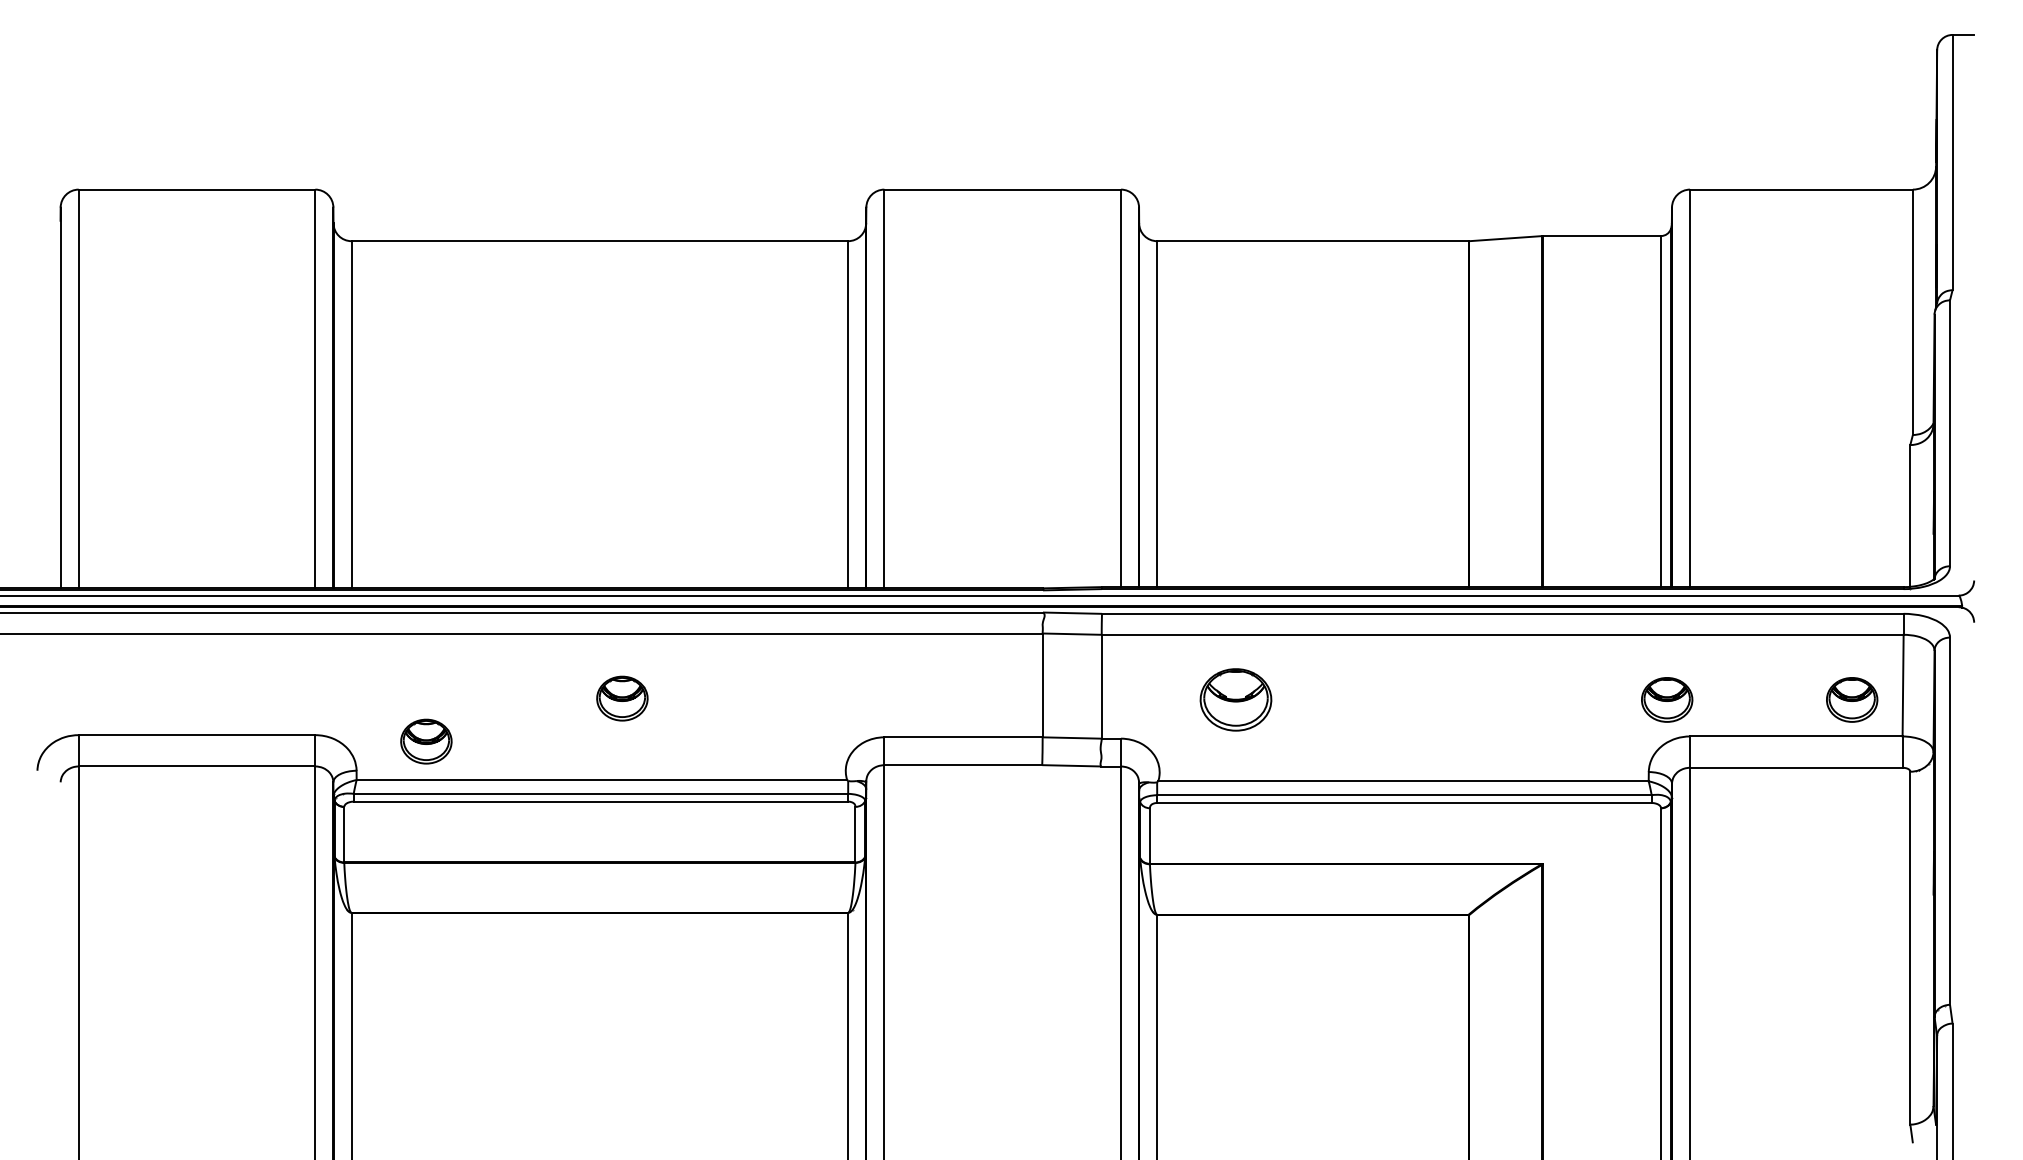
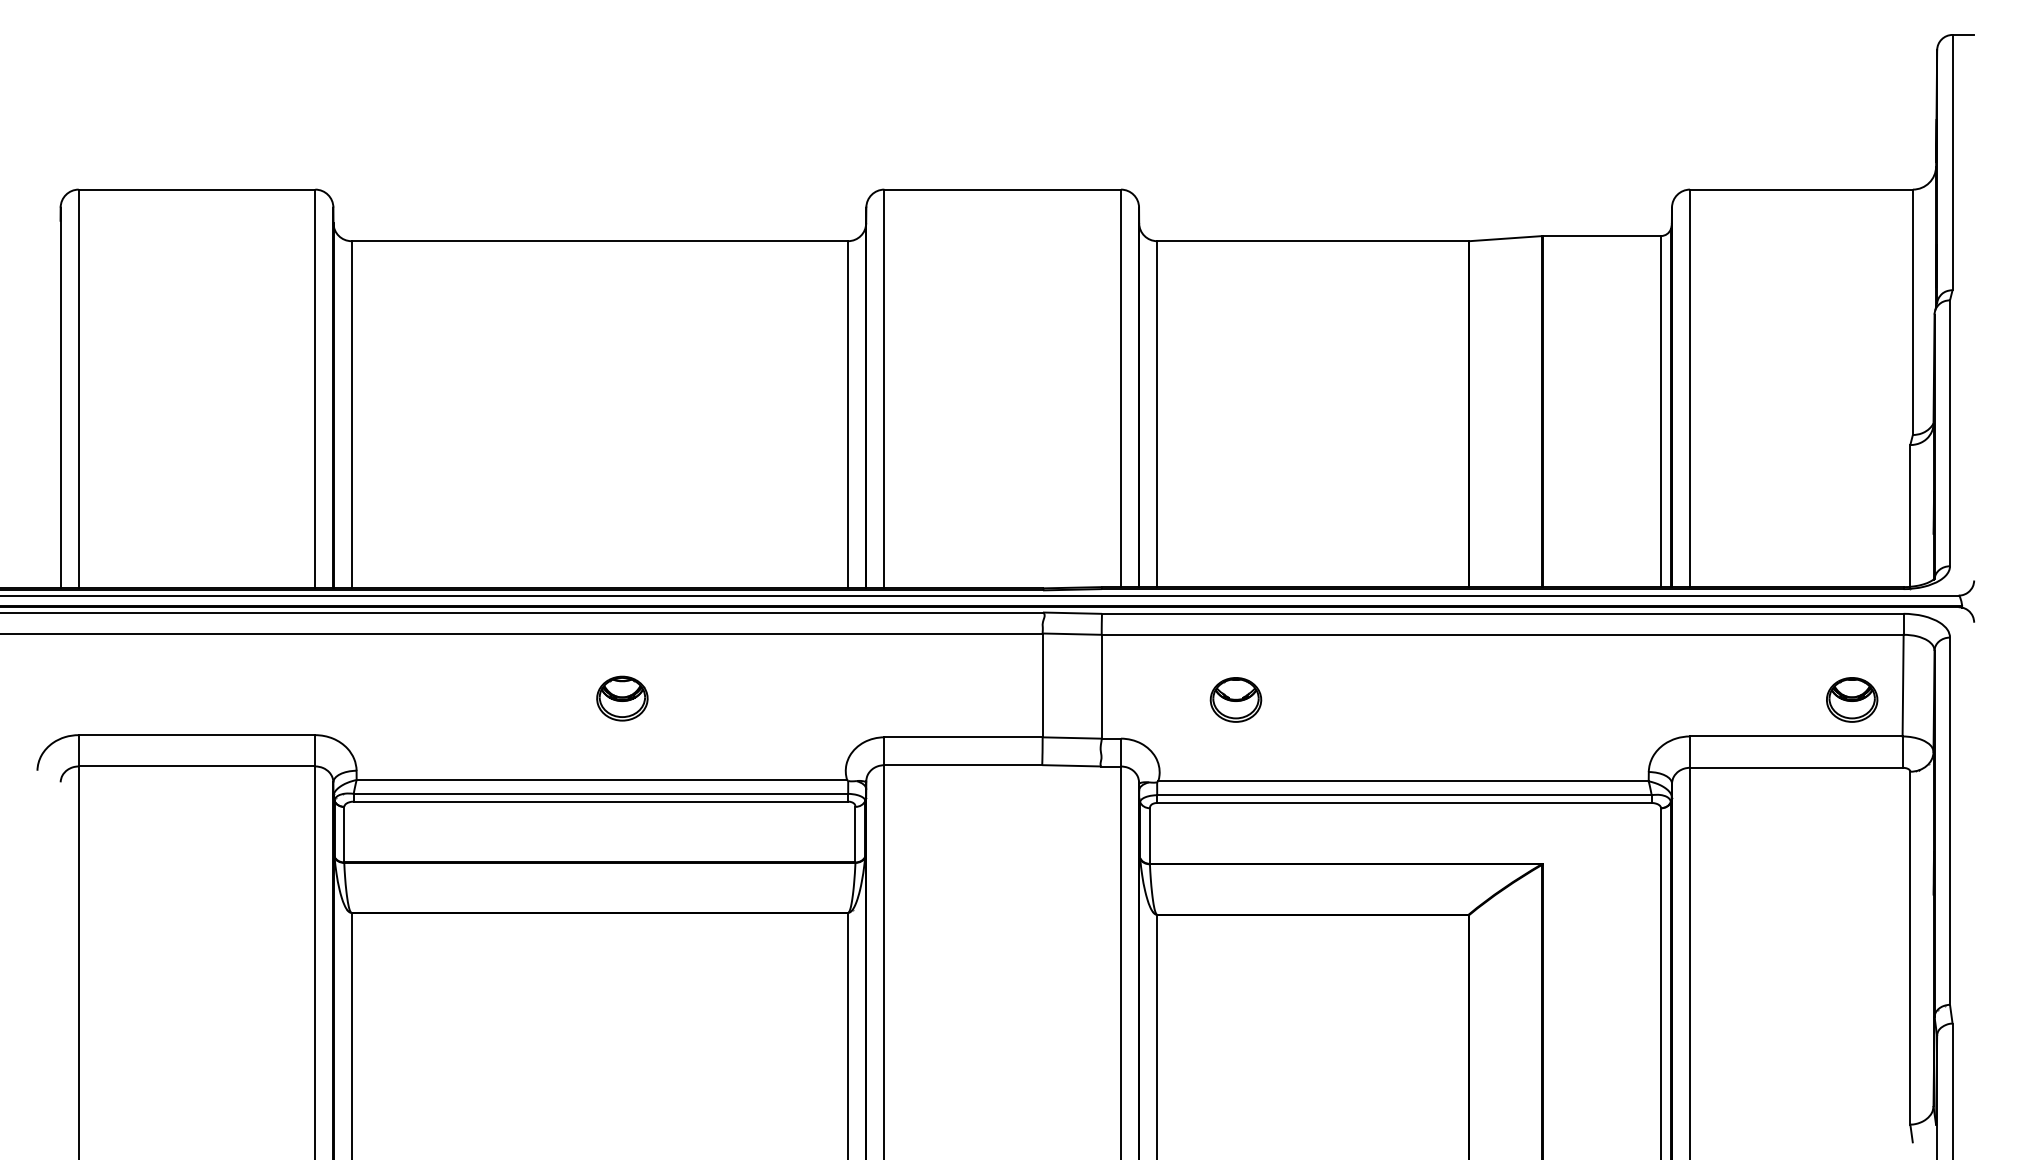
part at (1235, 699) size: 74x64 px -> 54x46 px
part at (1667, 699): present -> none
part at (426, 741): present -> none
